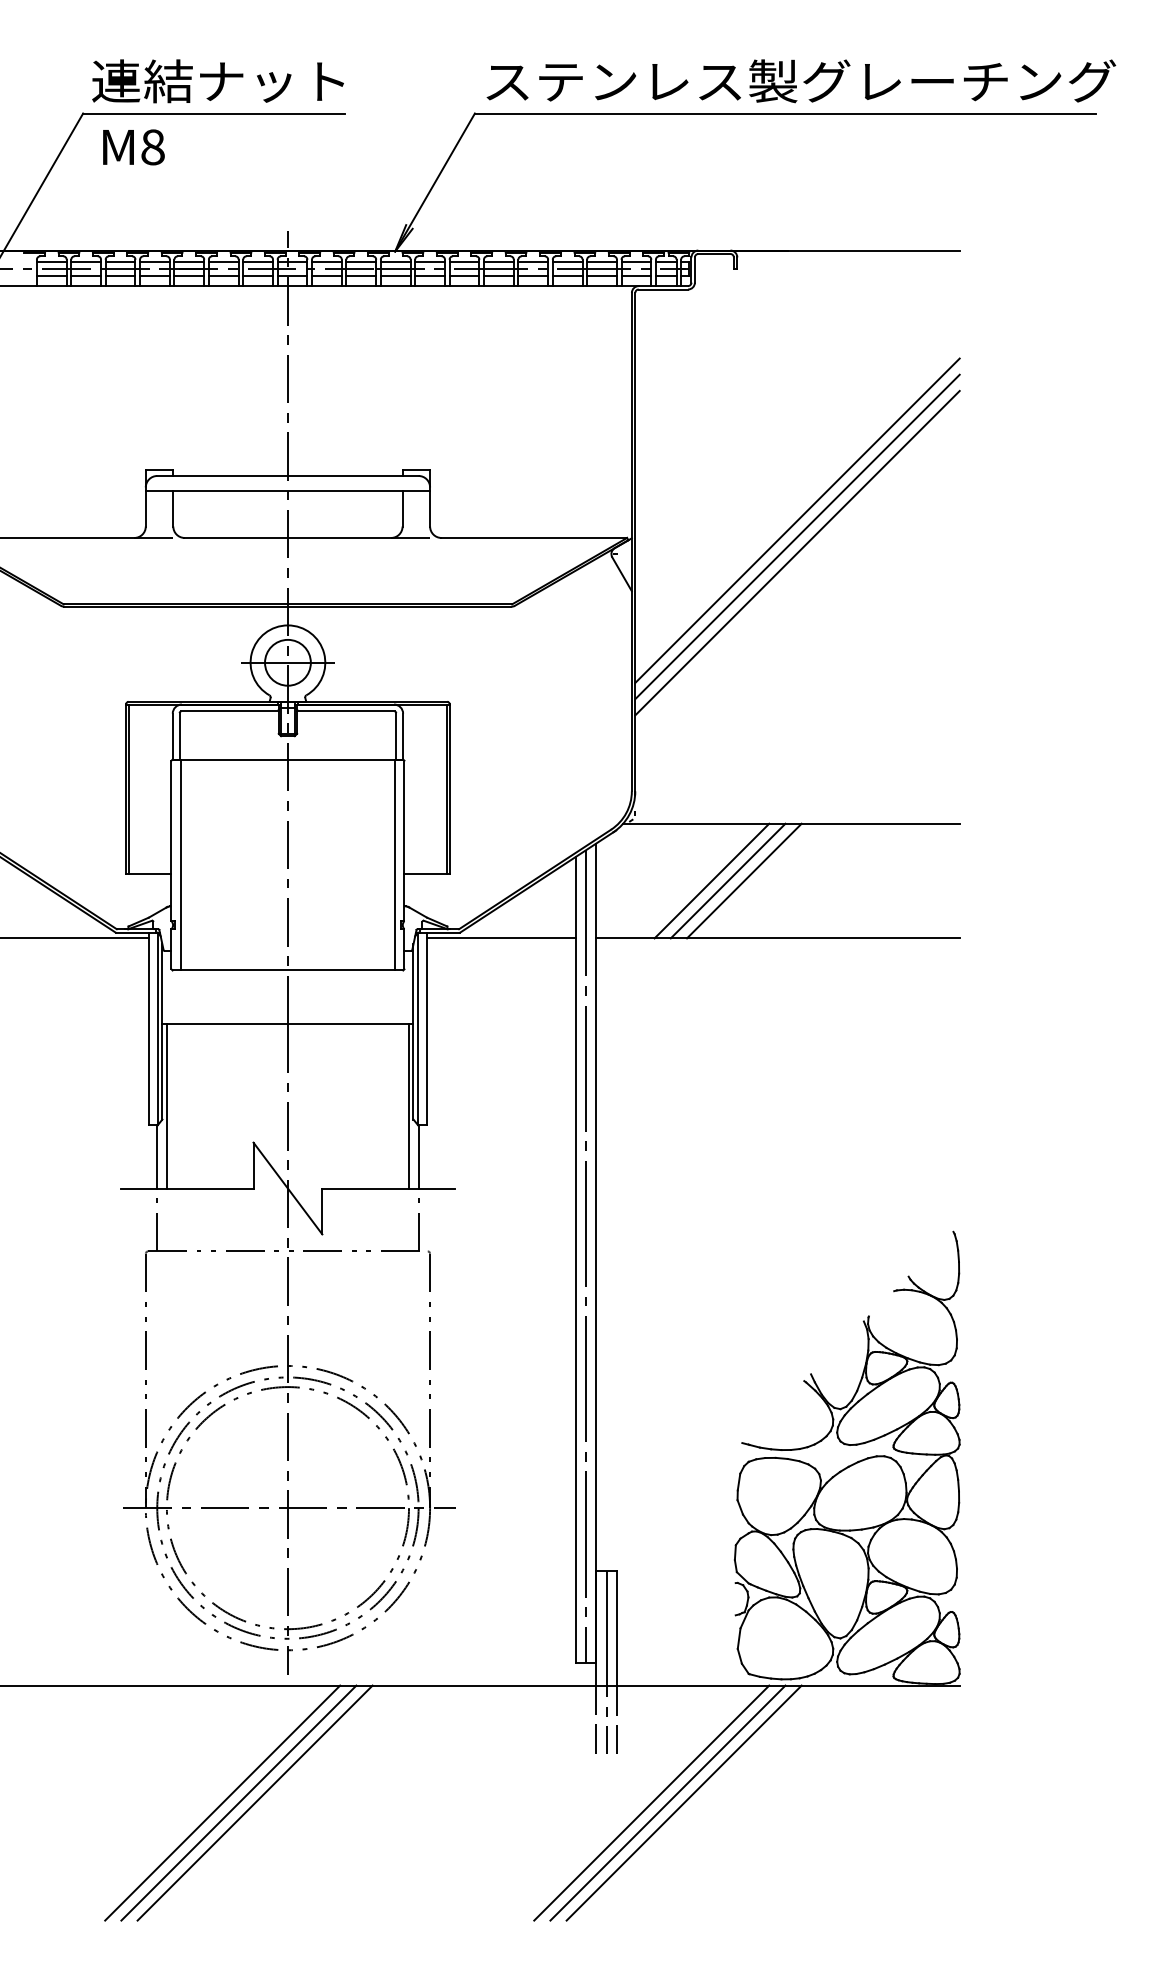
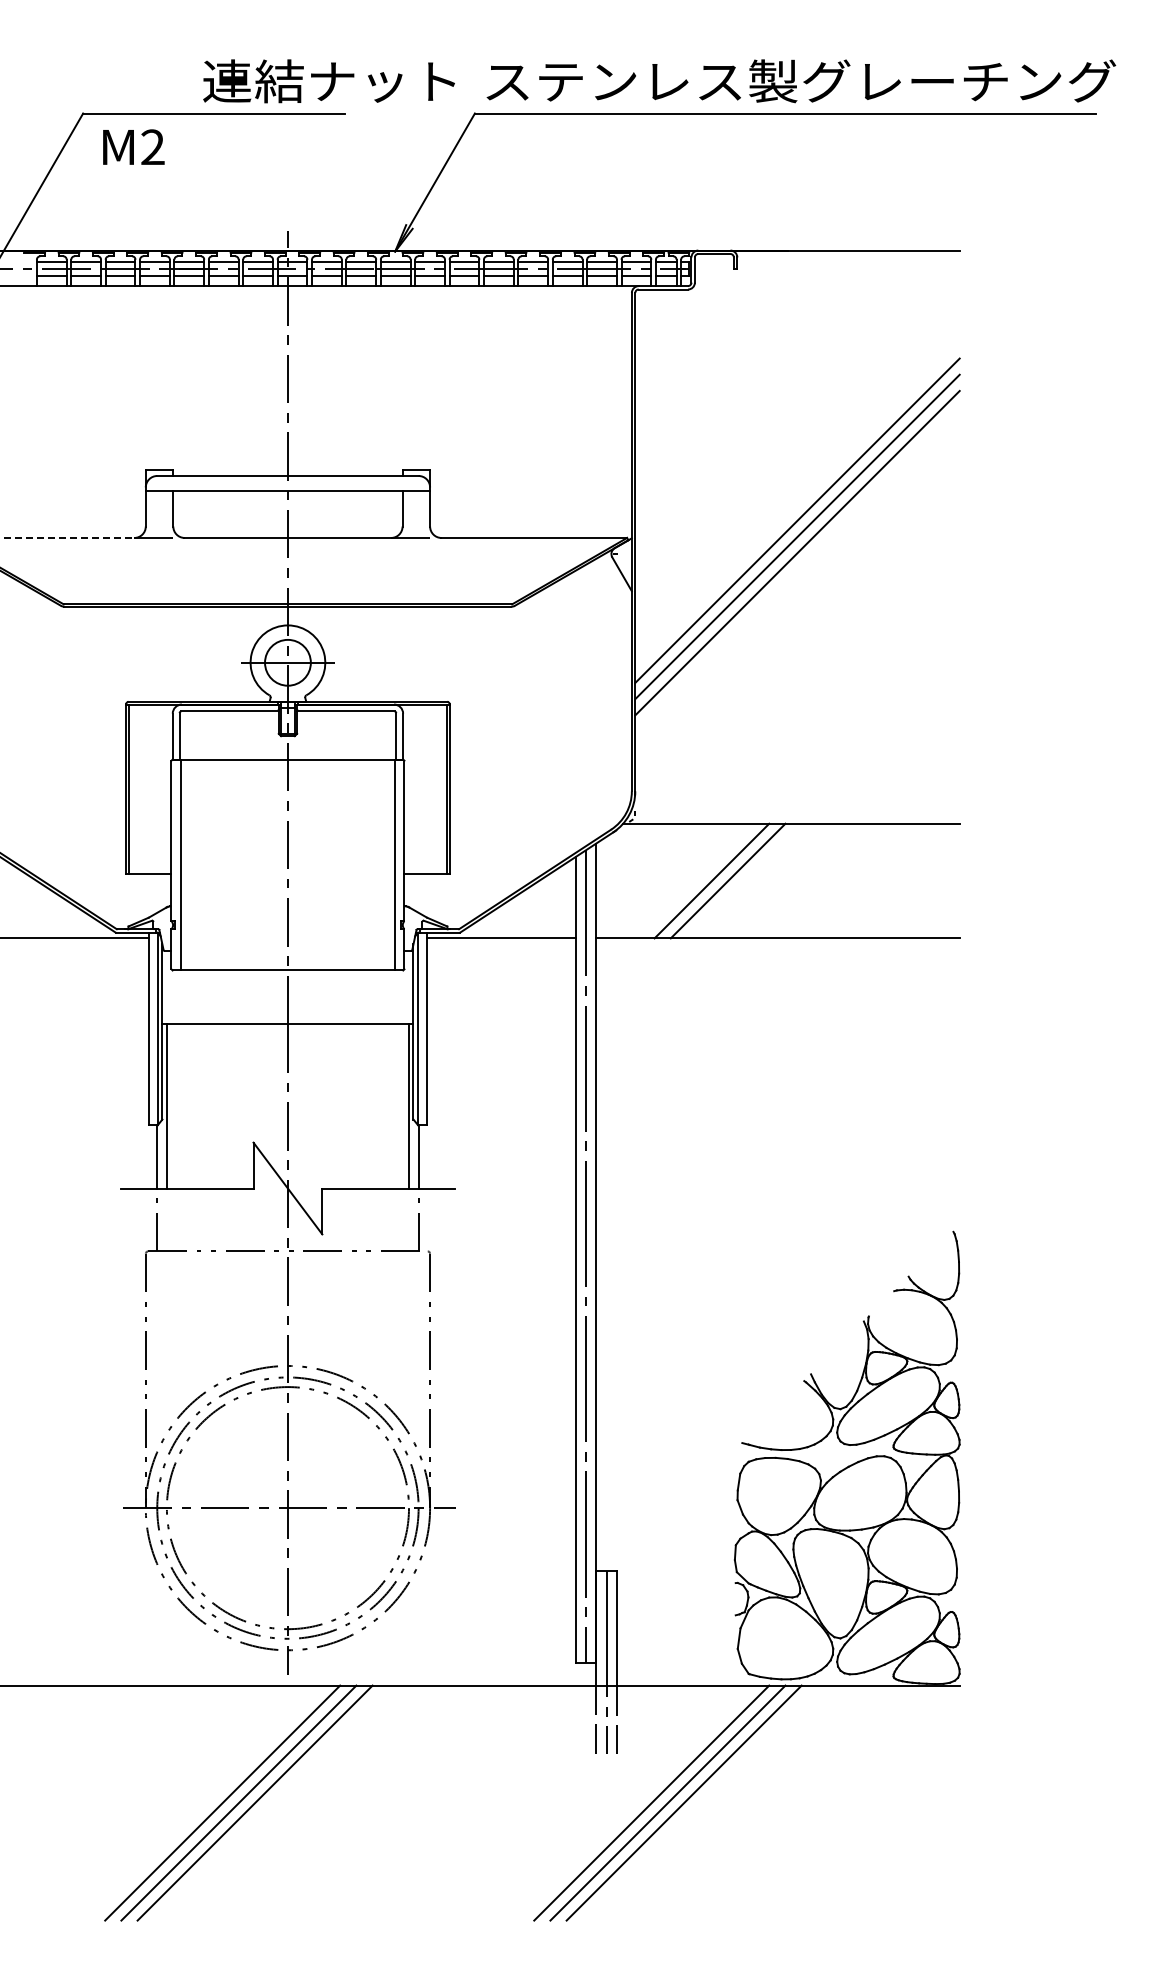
text at (217, 81) position: (217, 81) -> (328, 81)
text at (152, 147): M8 -> M2
line at (67, 537): solid -> dashed
line at (744, 880): present -> none
